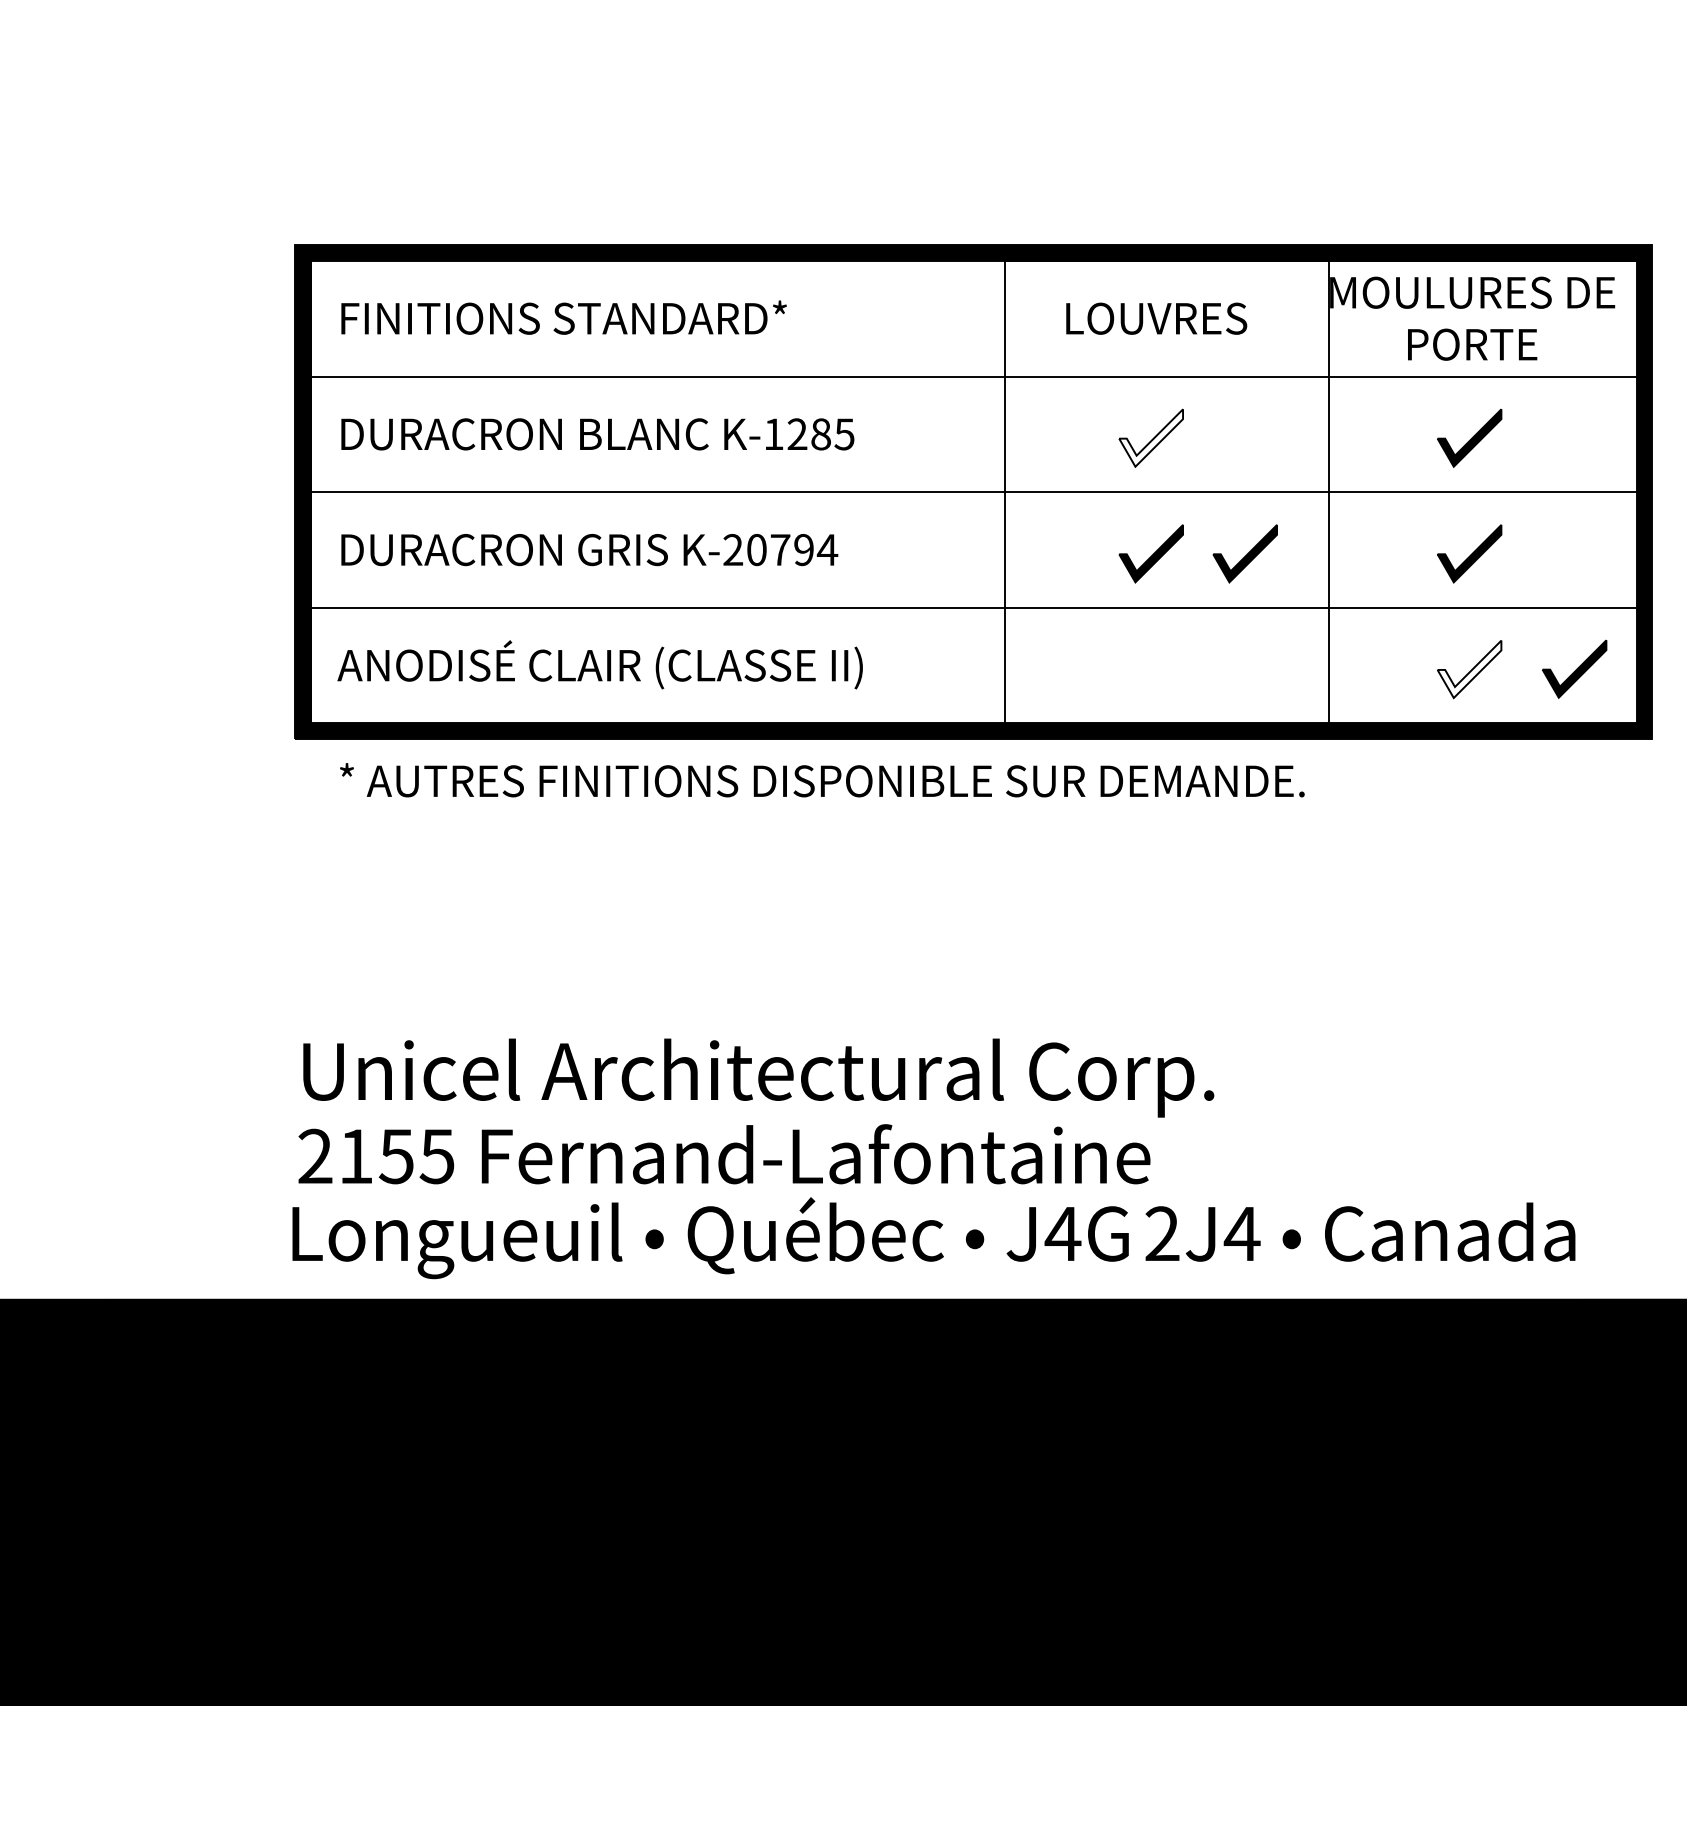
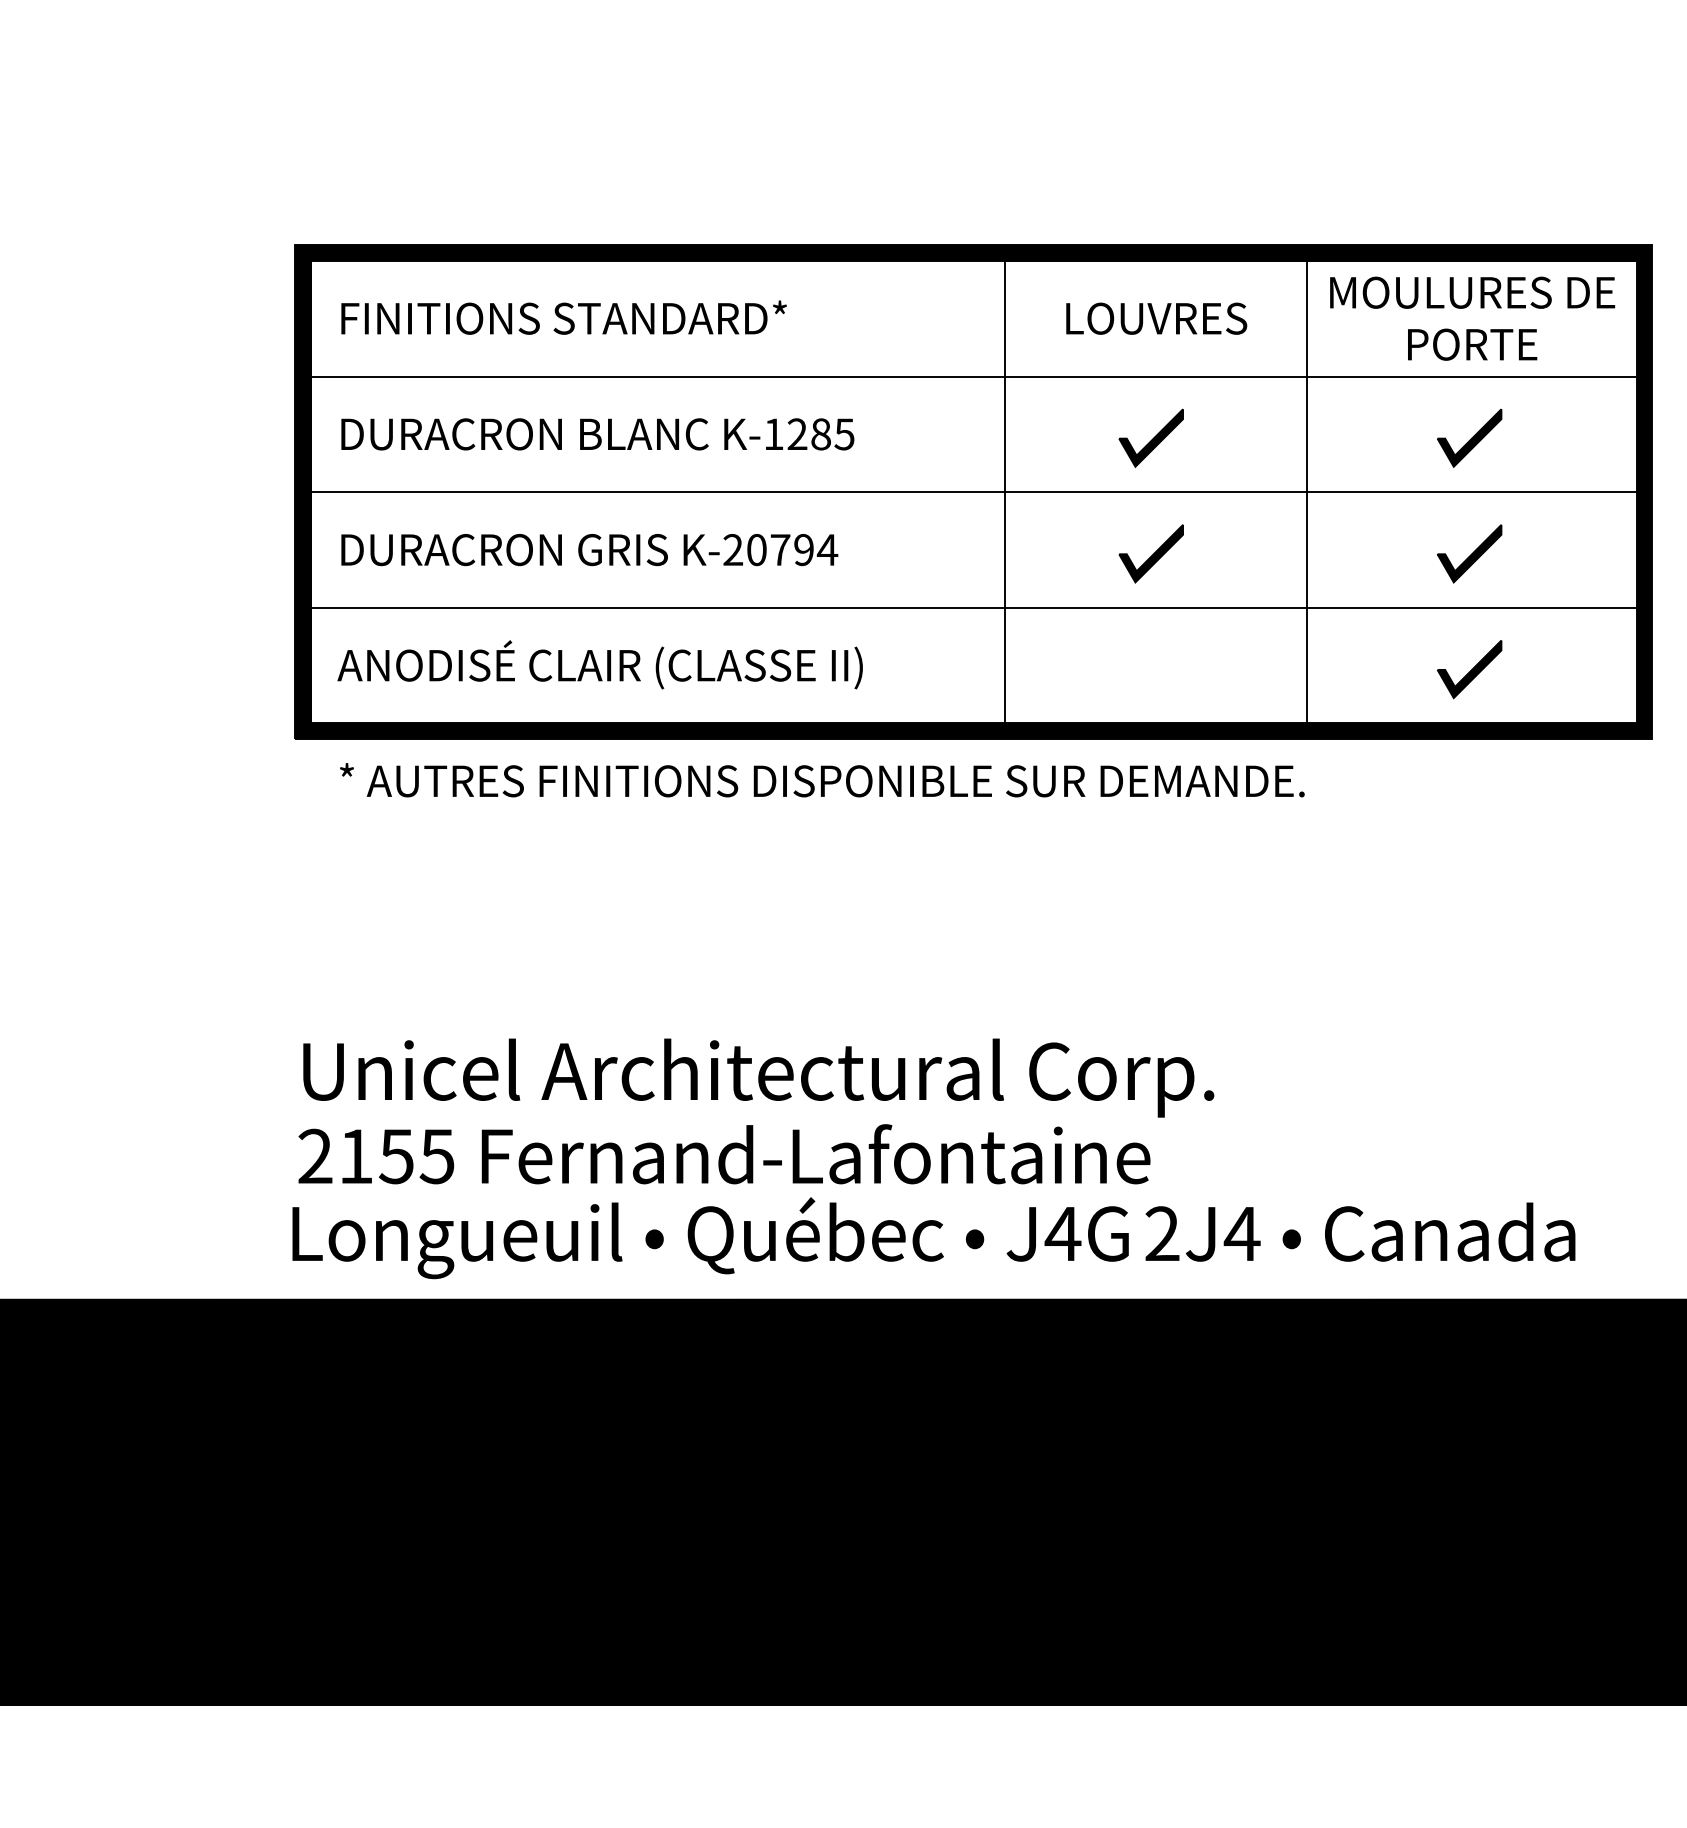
fill at (1151, 437): none -> present
line at (1328, 491) position: (1328, 491) -> (1306, 491)
part at (1244, 553): present -> none
part at (1574, 668): present -> none
fill at (1469, 669): none -> present
